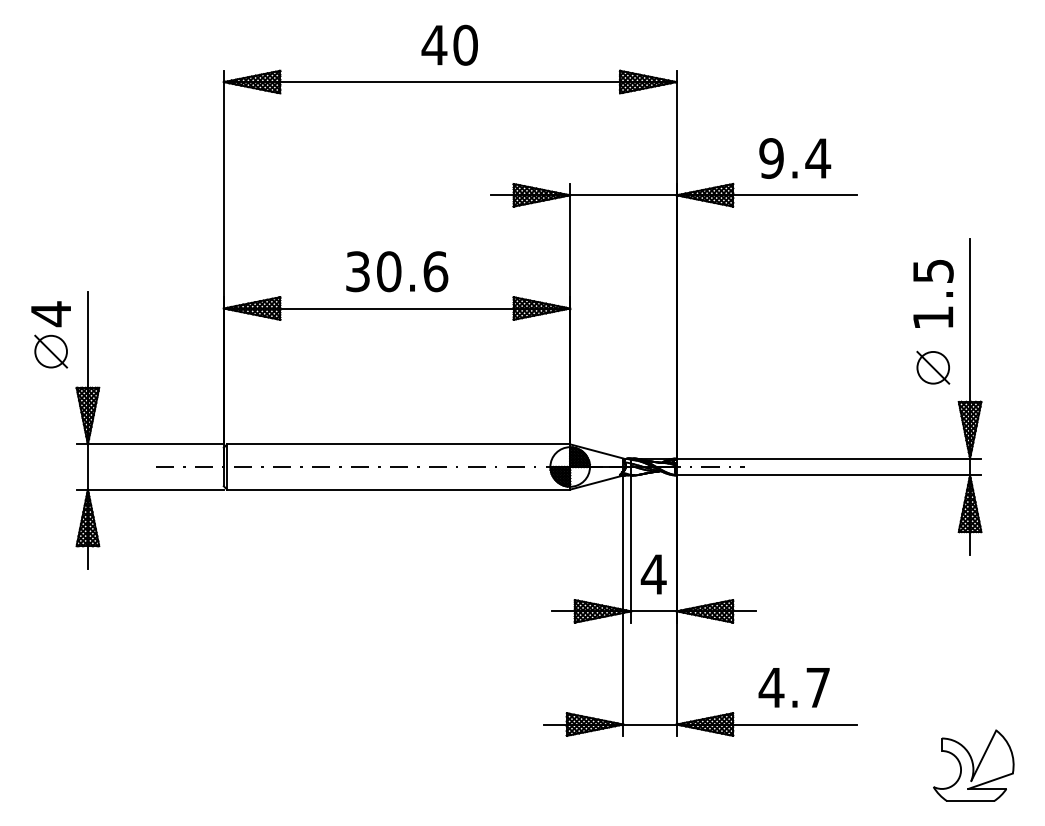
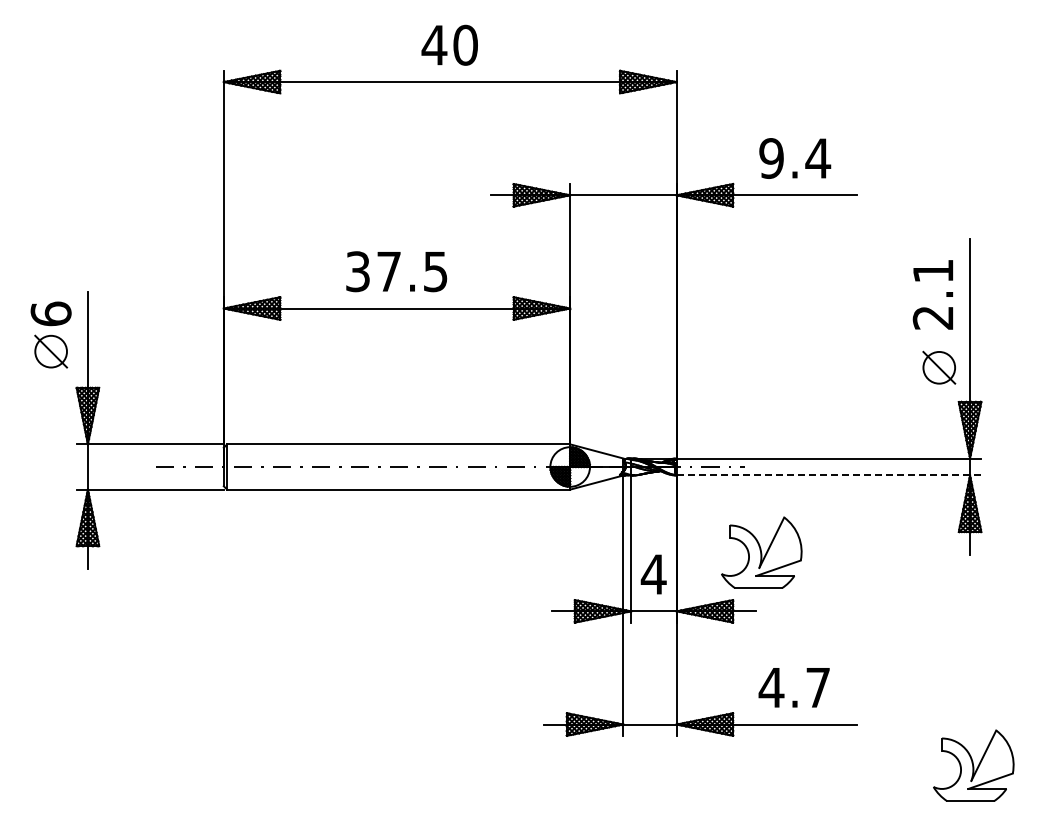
text at (412, 271): 30.6 -> 37.5
text at (932, 294): 1.5 -> 2.1
text at (50, 314): 4 -> 6
part at (933, 367) position: (933, 367) -> (939, 367)
line at (829, 475): solid -> dashed
part at (761, 552): none -> present
